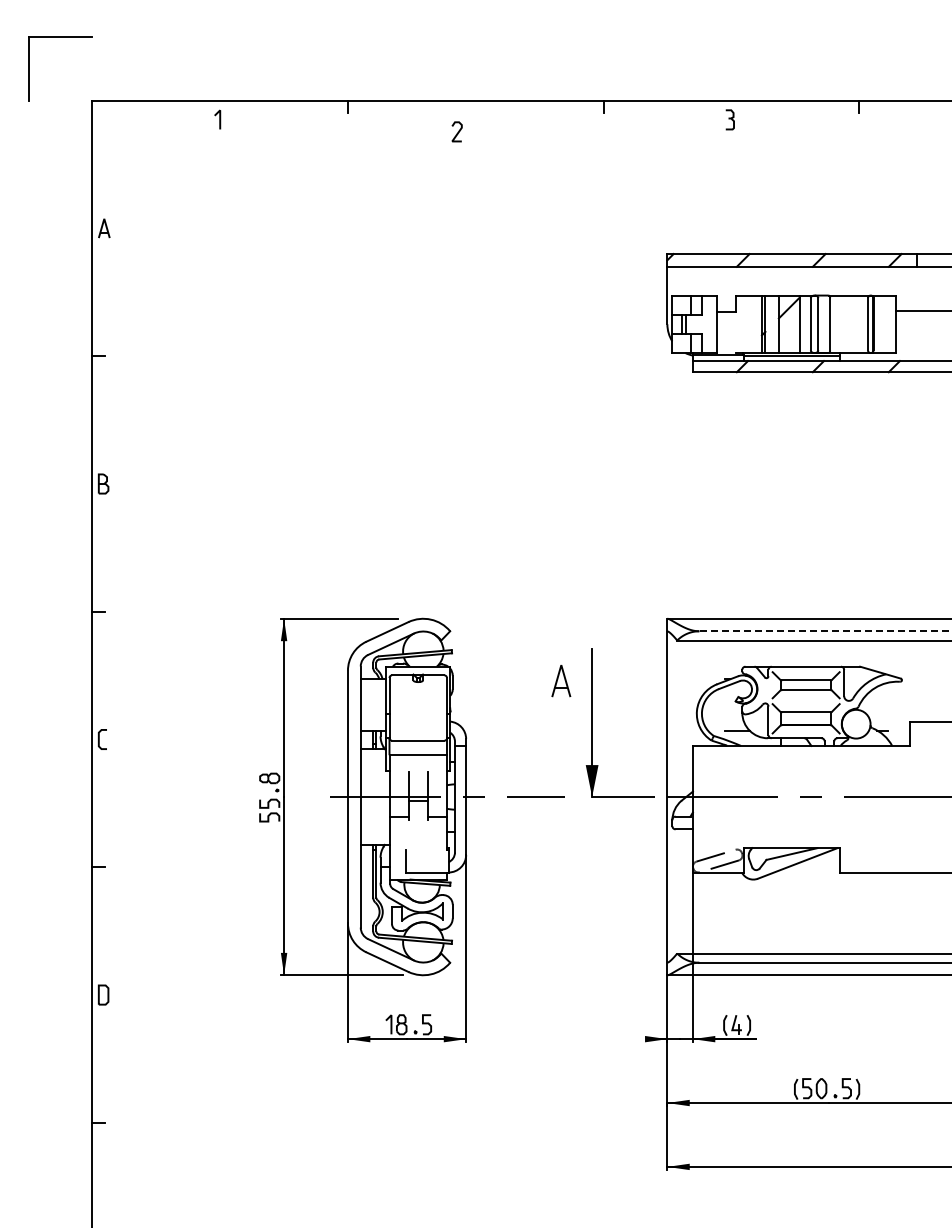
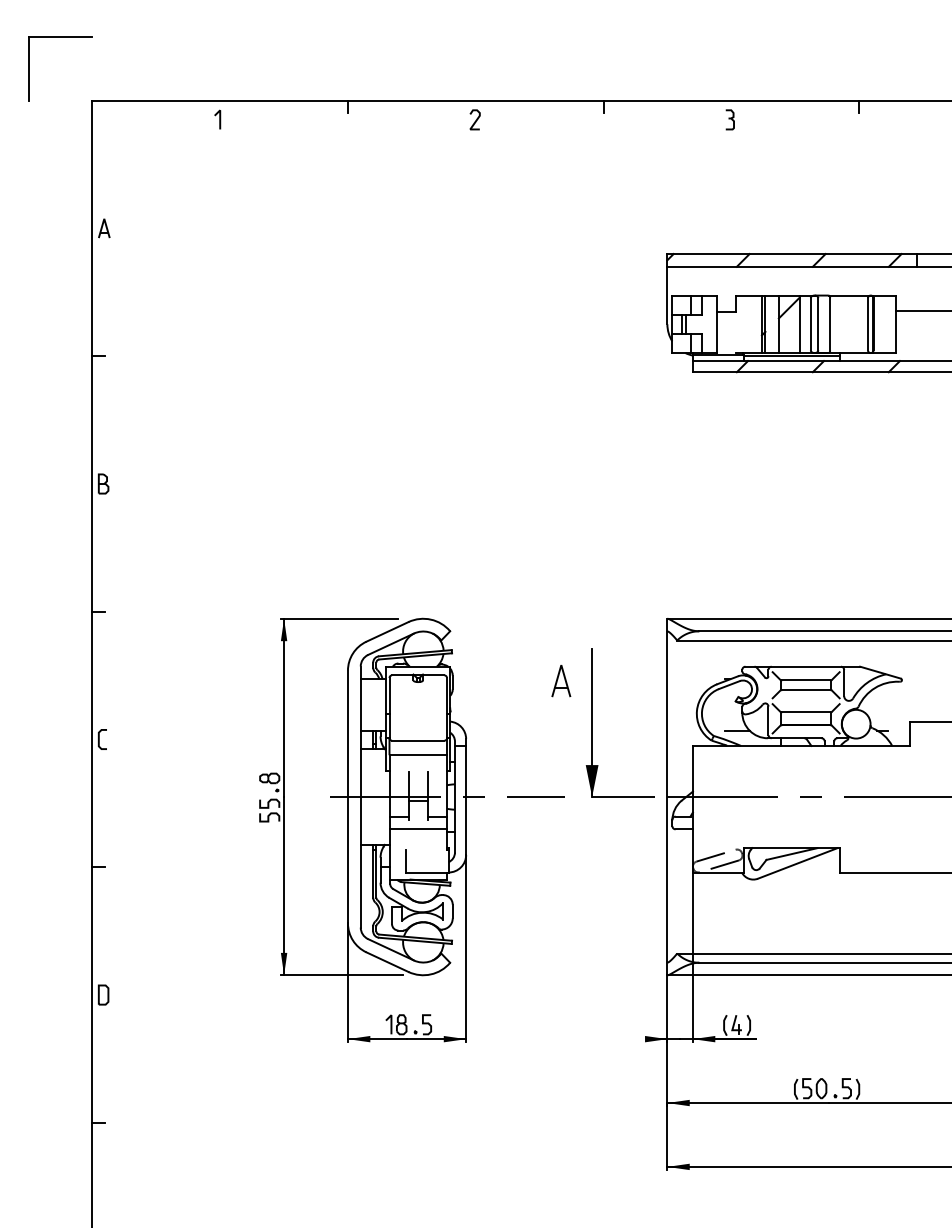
curve at (457, 132) position: (457, 132) -> (475, 120)
line at (825, 631): dashed -> solid
line at (417, 829): none -> present
